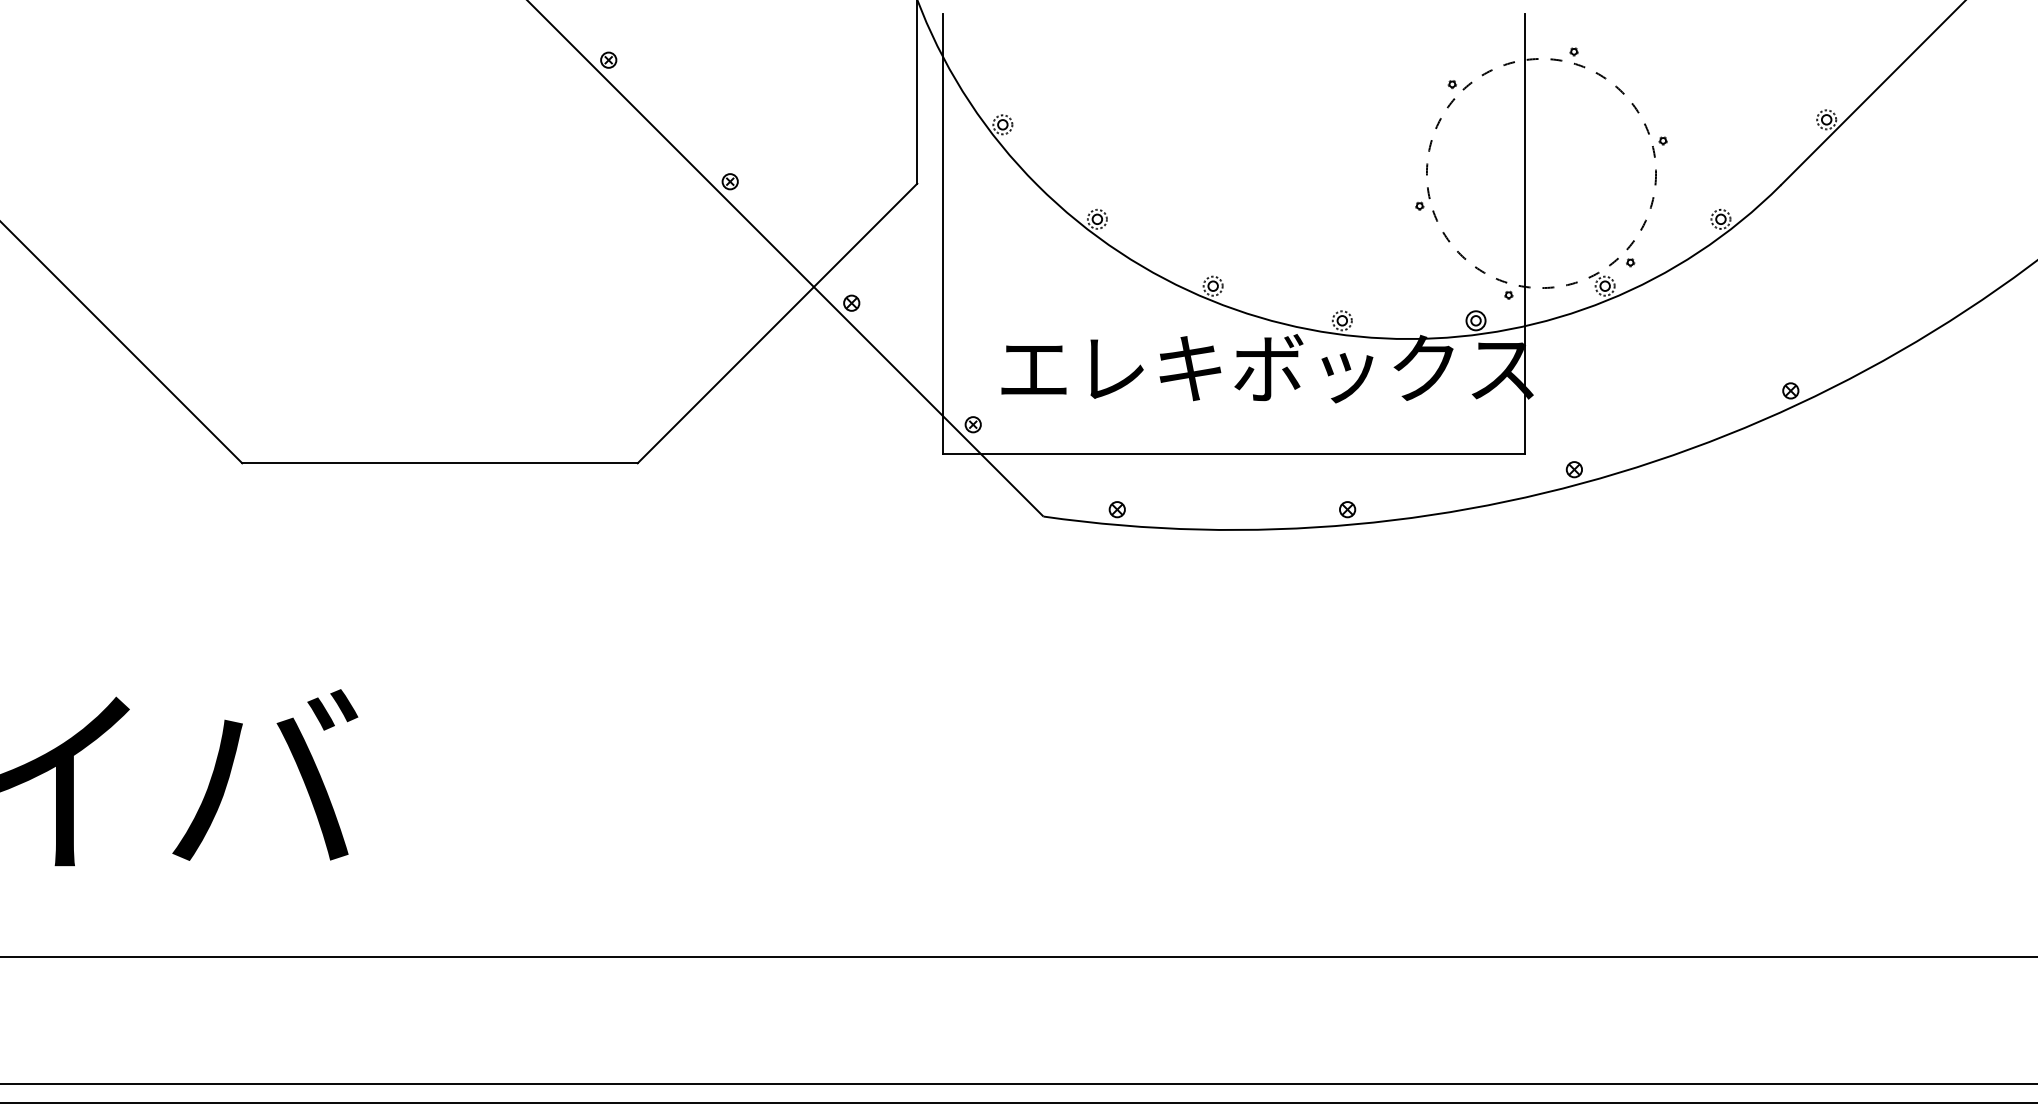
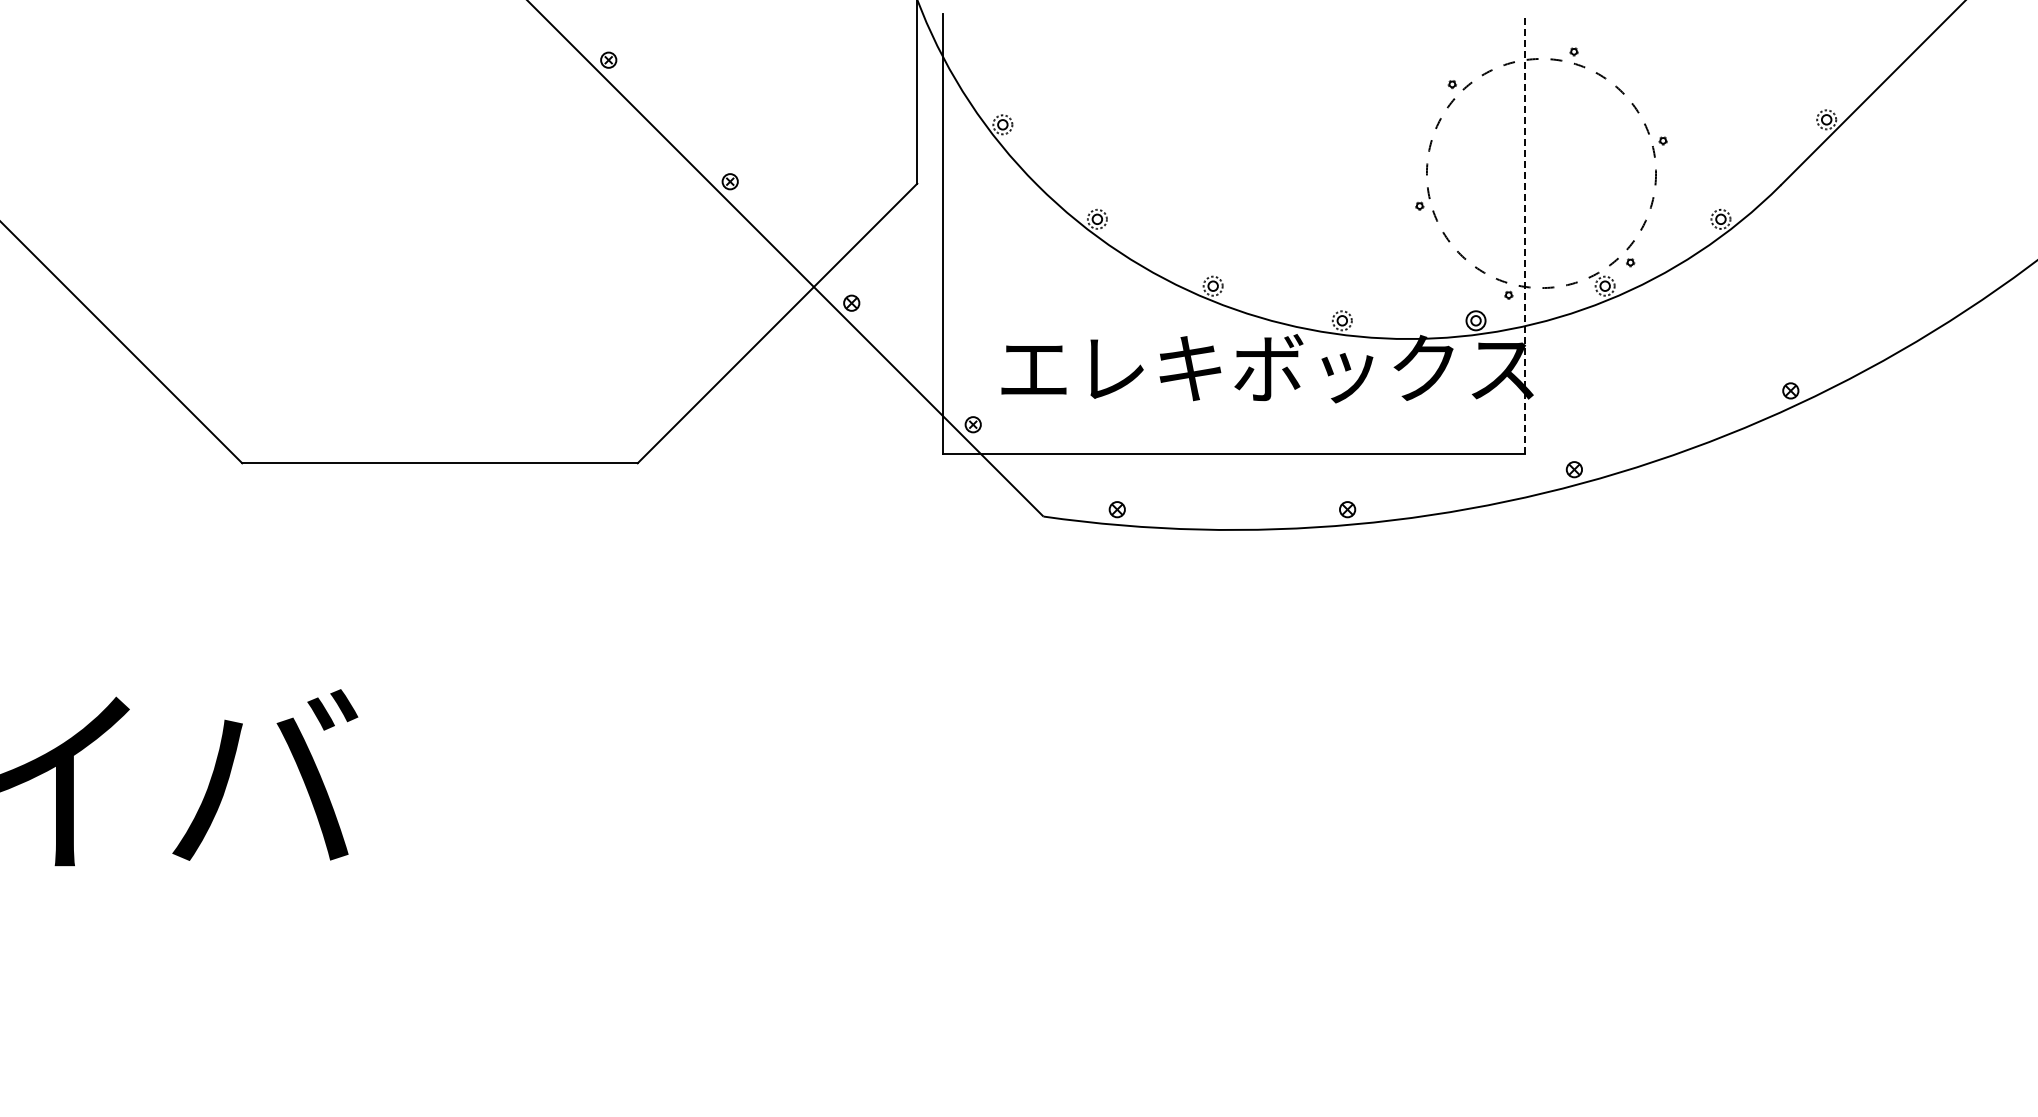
line at (1524, 234): solid -> dashed
line at (1018, 957): present -> none
line at (1018, 1083): present -> none
line at (1018, 1102): present -> none
